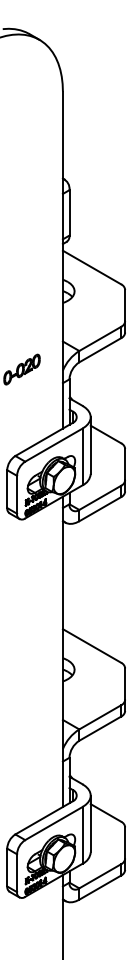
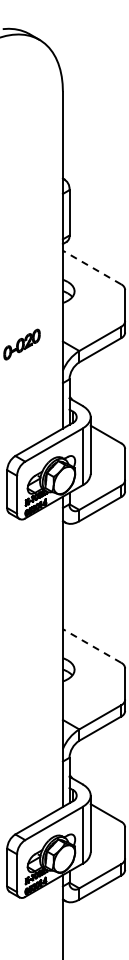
line at (92, 267): solid -> dashed
part at (21, 369) position: (21, 369) -> (21, 344)
line at (92, 645): solid -> dashed
